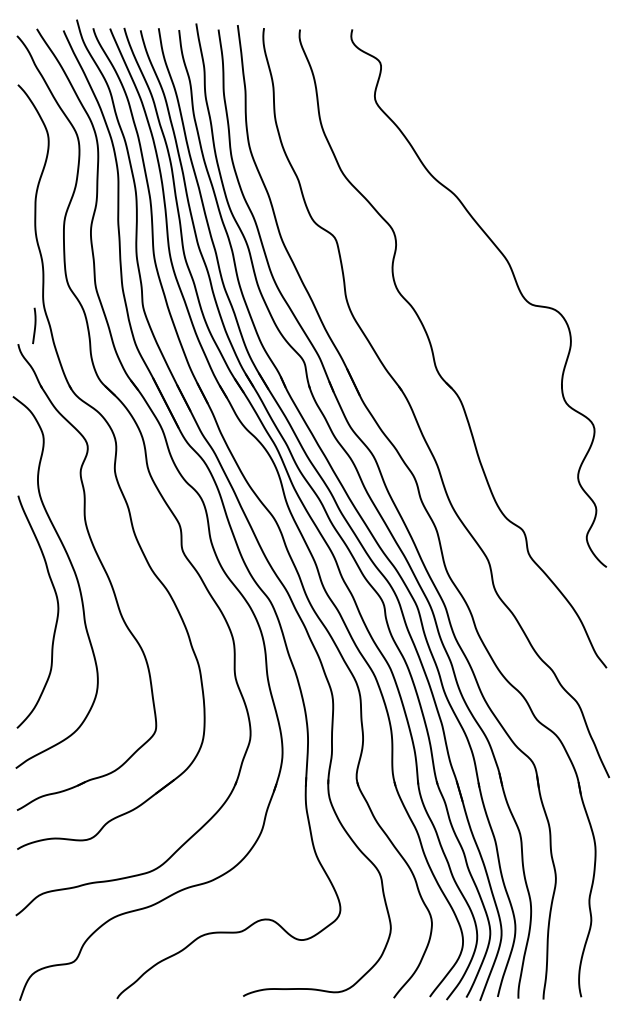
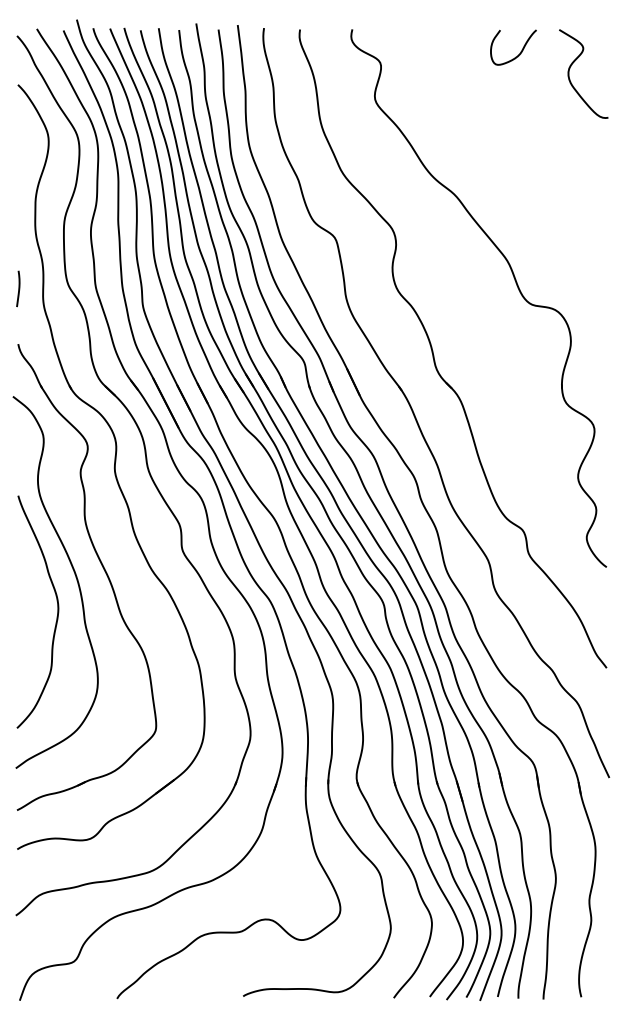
curve at (520, 51): none -> present
curve at (571, 66): none -> present
curve at (34, 325) position: (34, 325) -> (18, 288)
